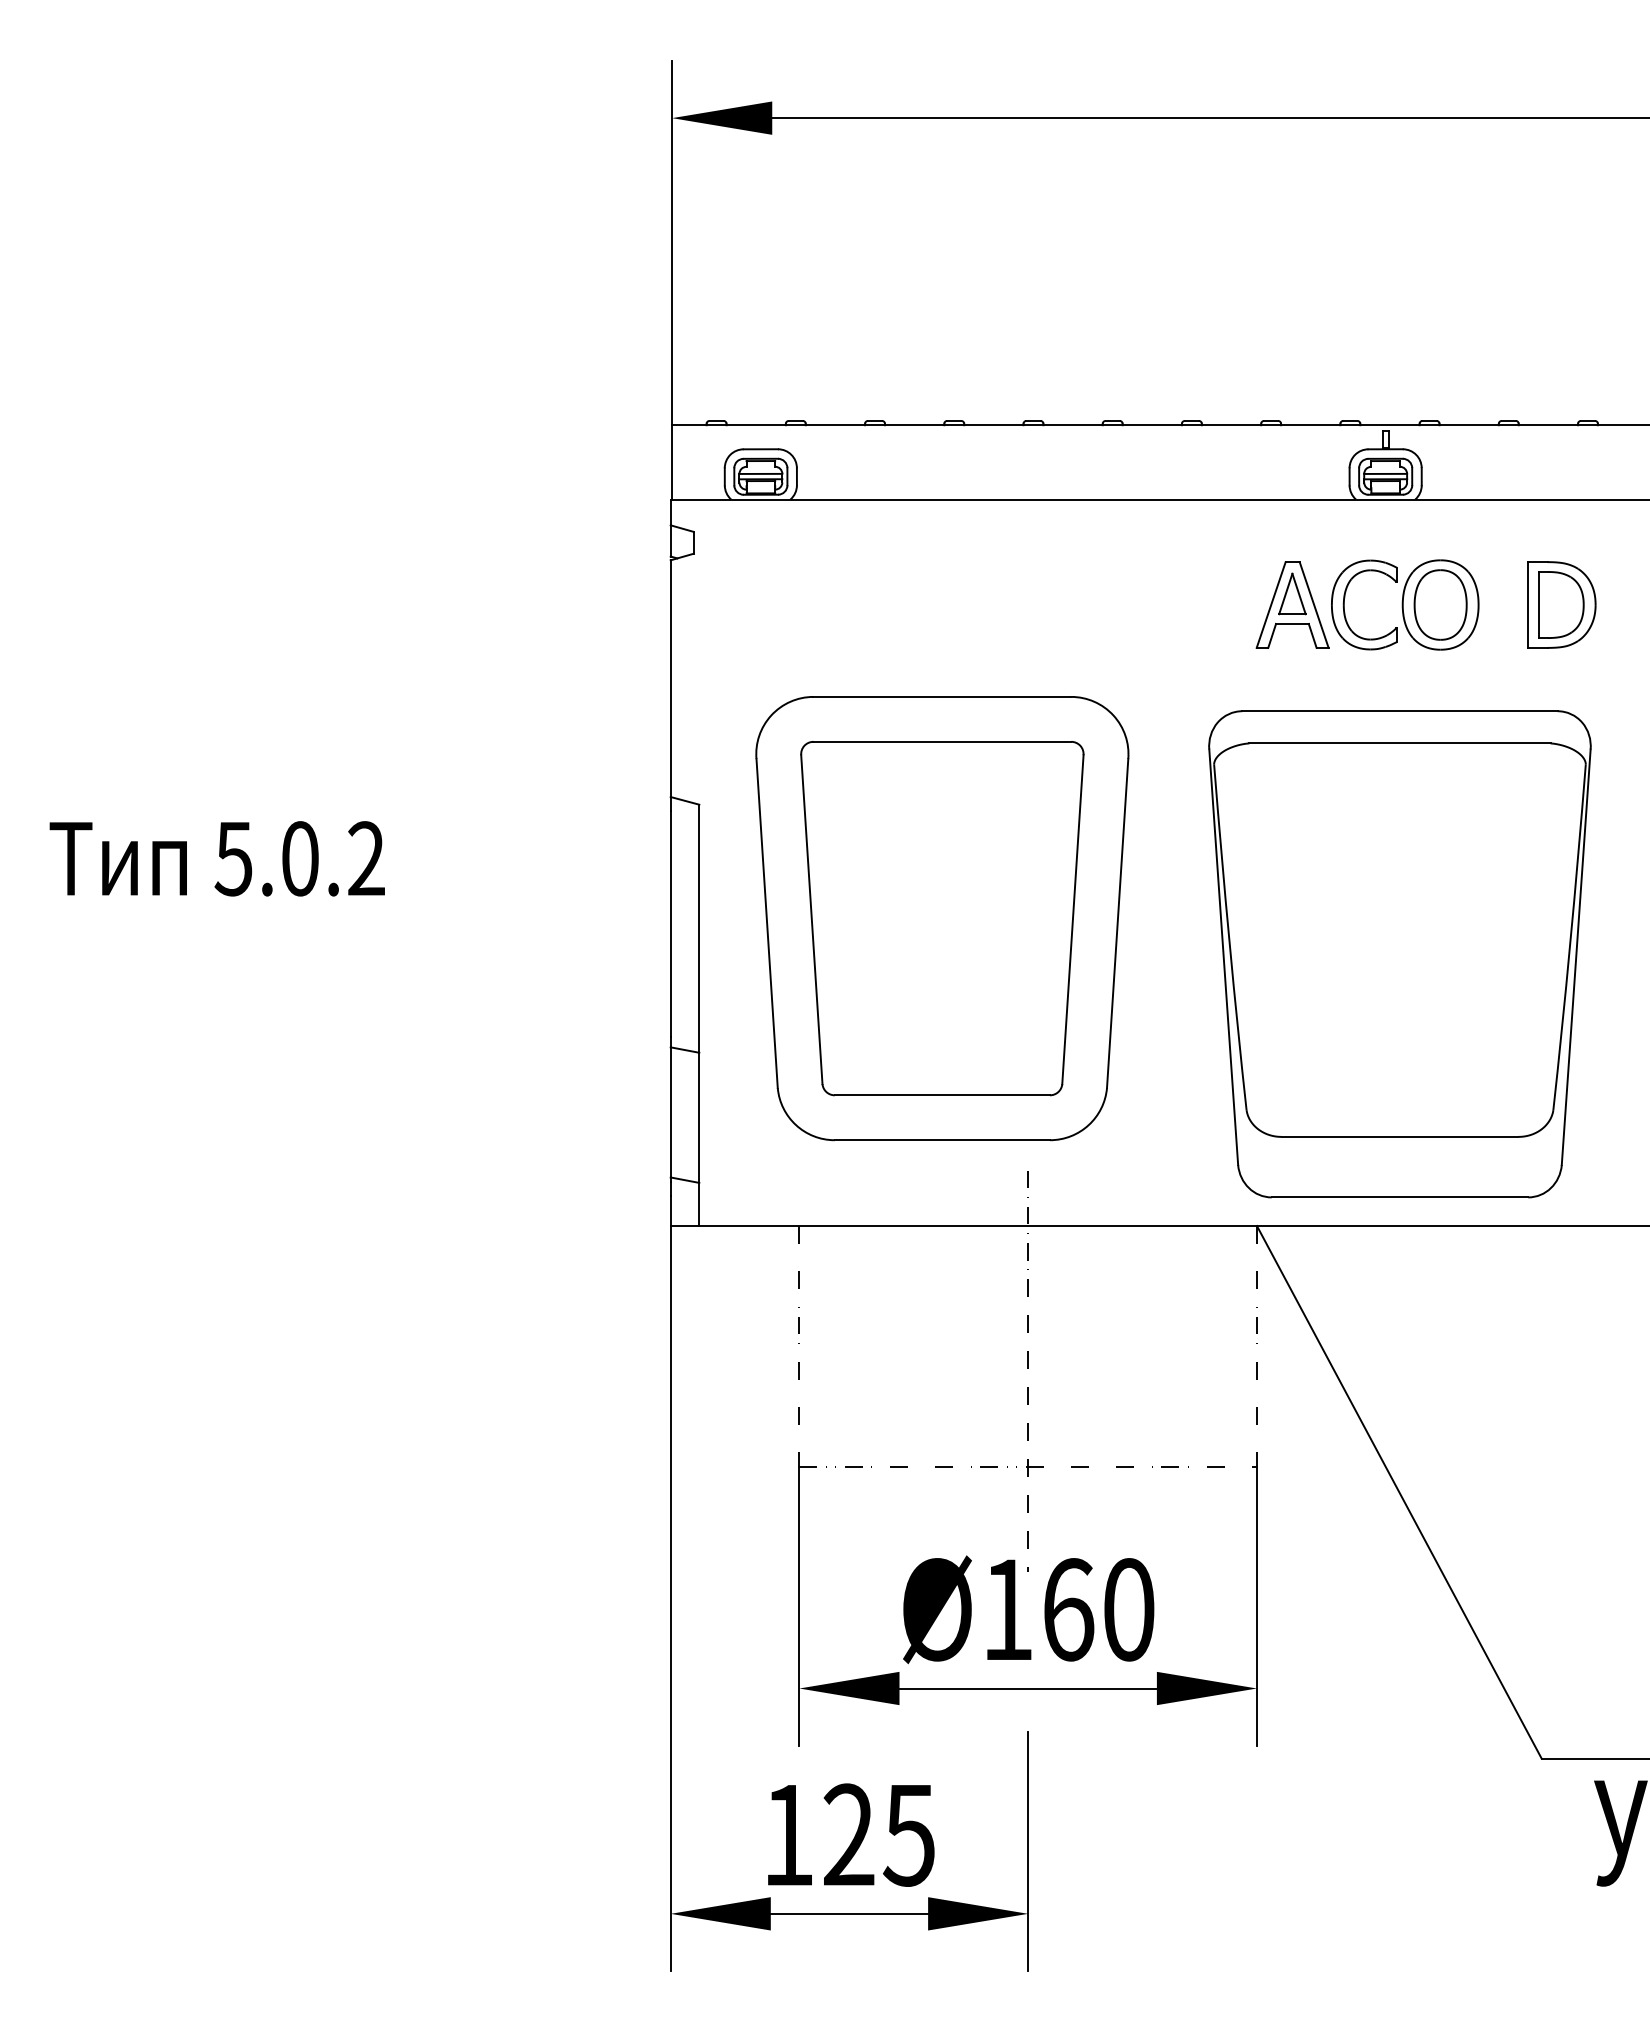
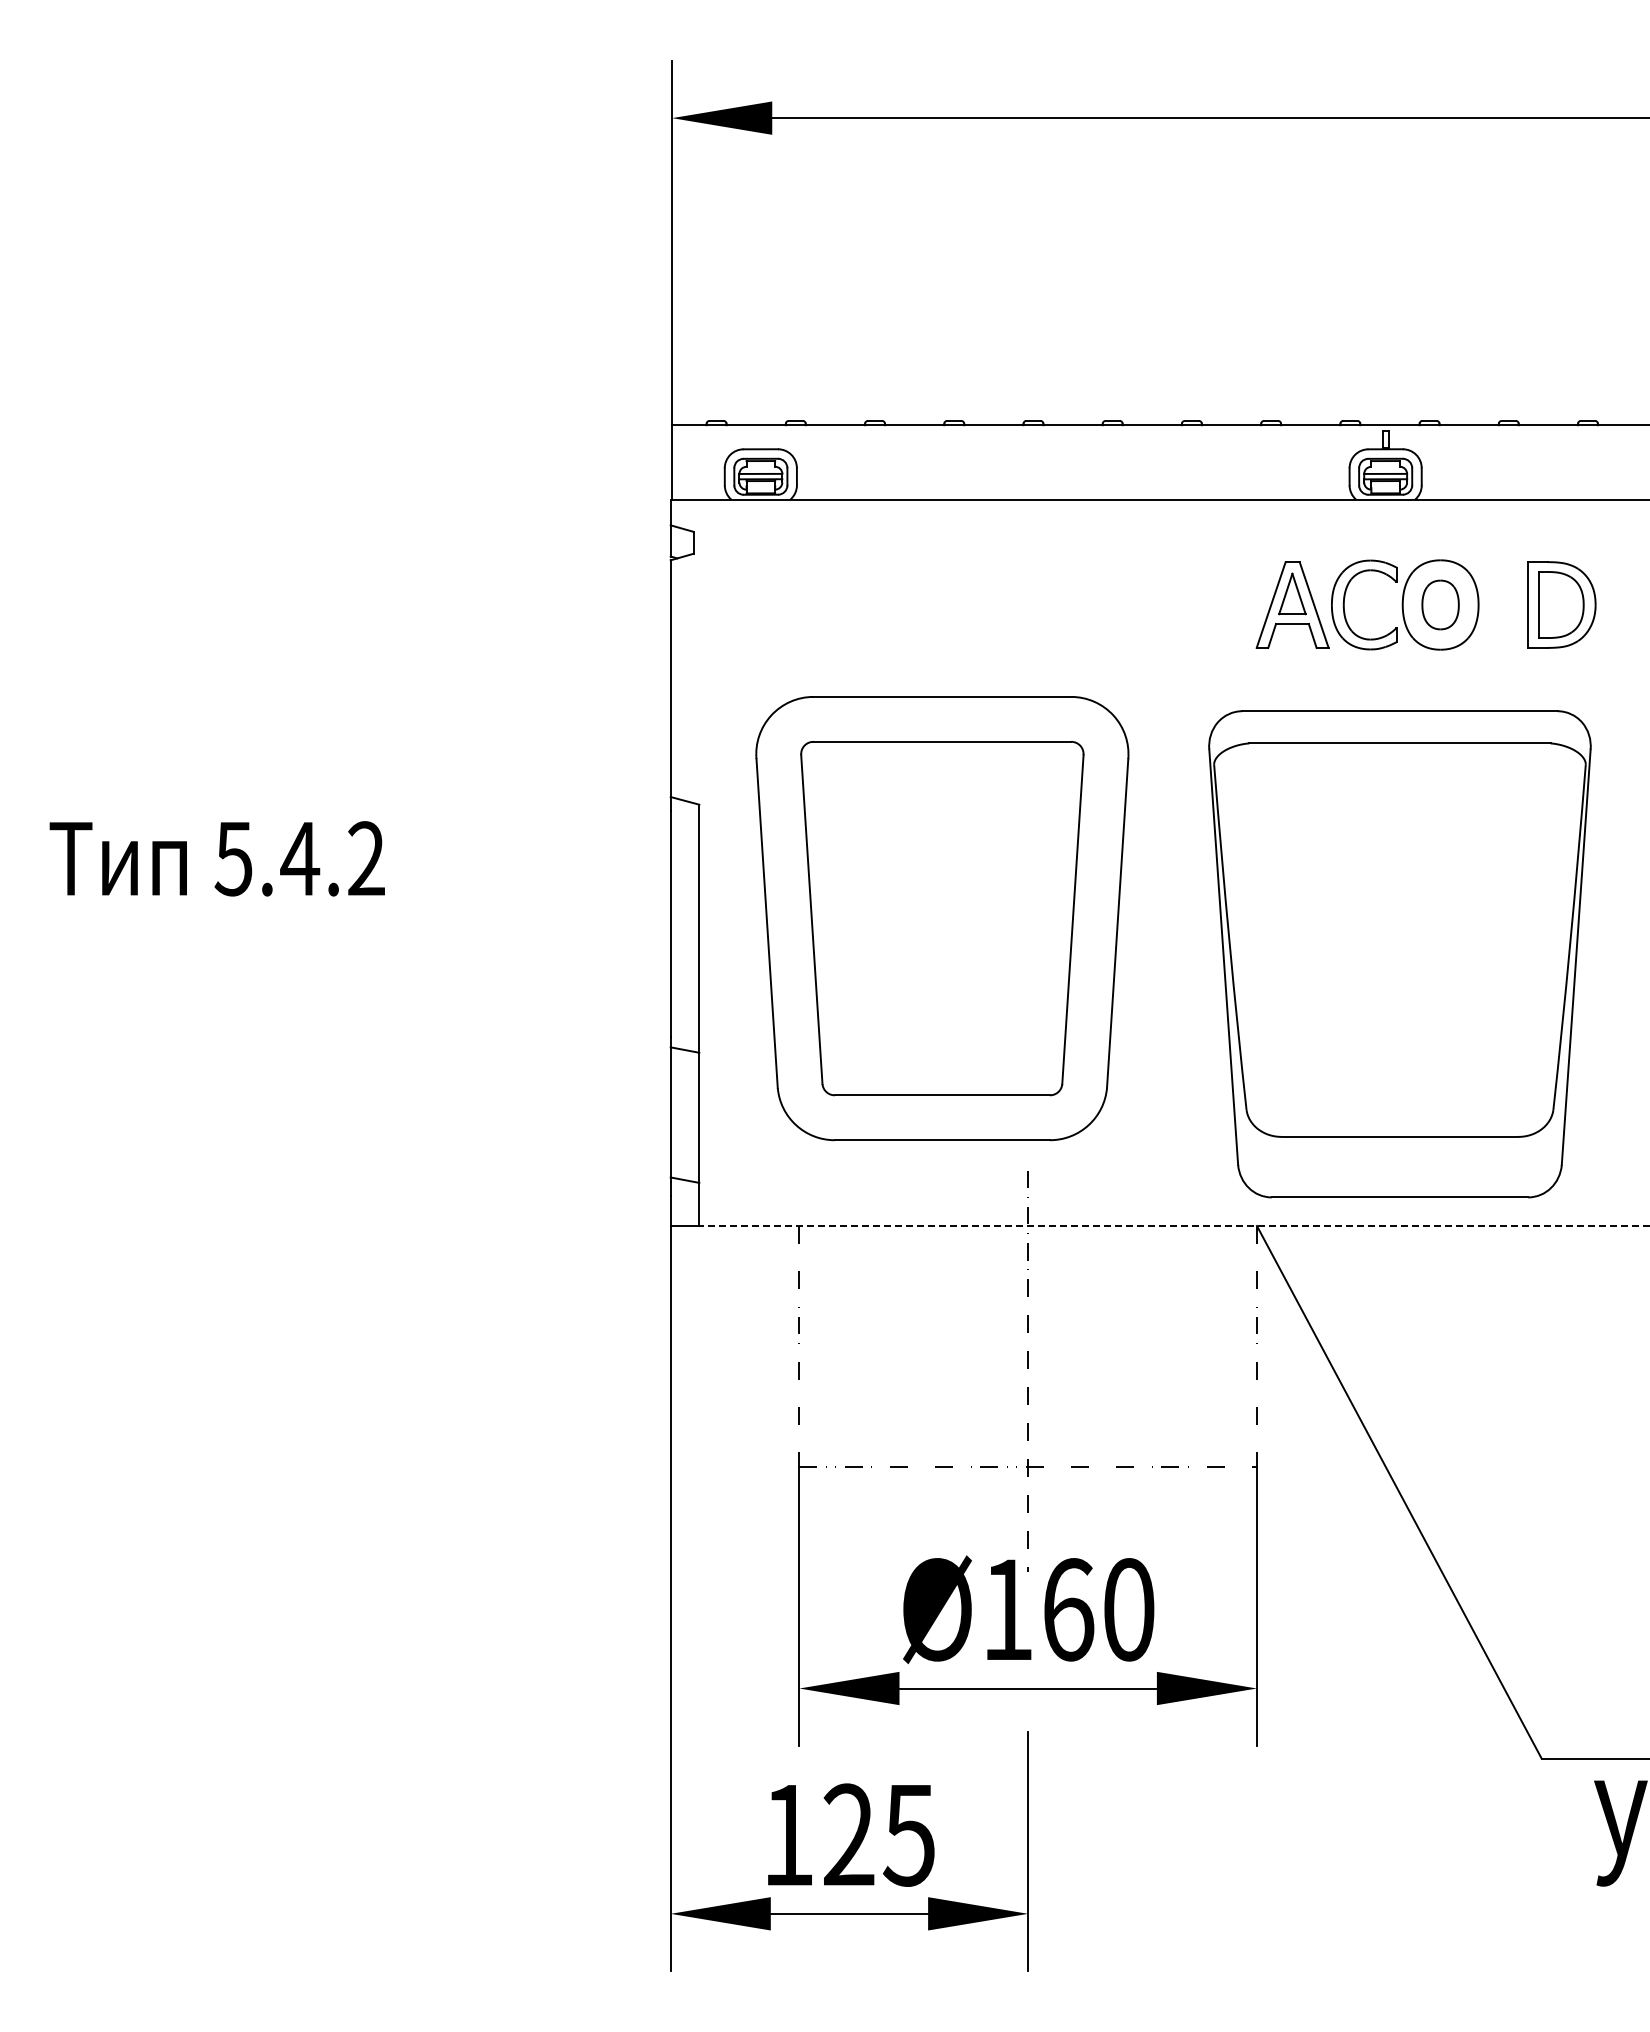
part at (1440, 604) size: 55x72 px -> 39x52 px
text at (300, 858): 5.0.2 -> 5.4.2
line at (1174, 1226): solid -> dashed
